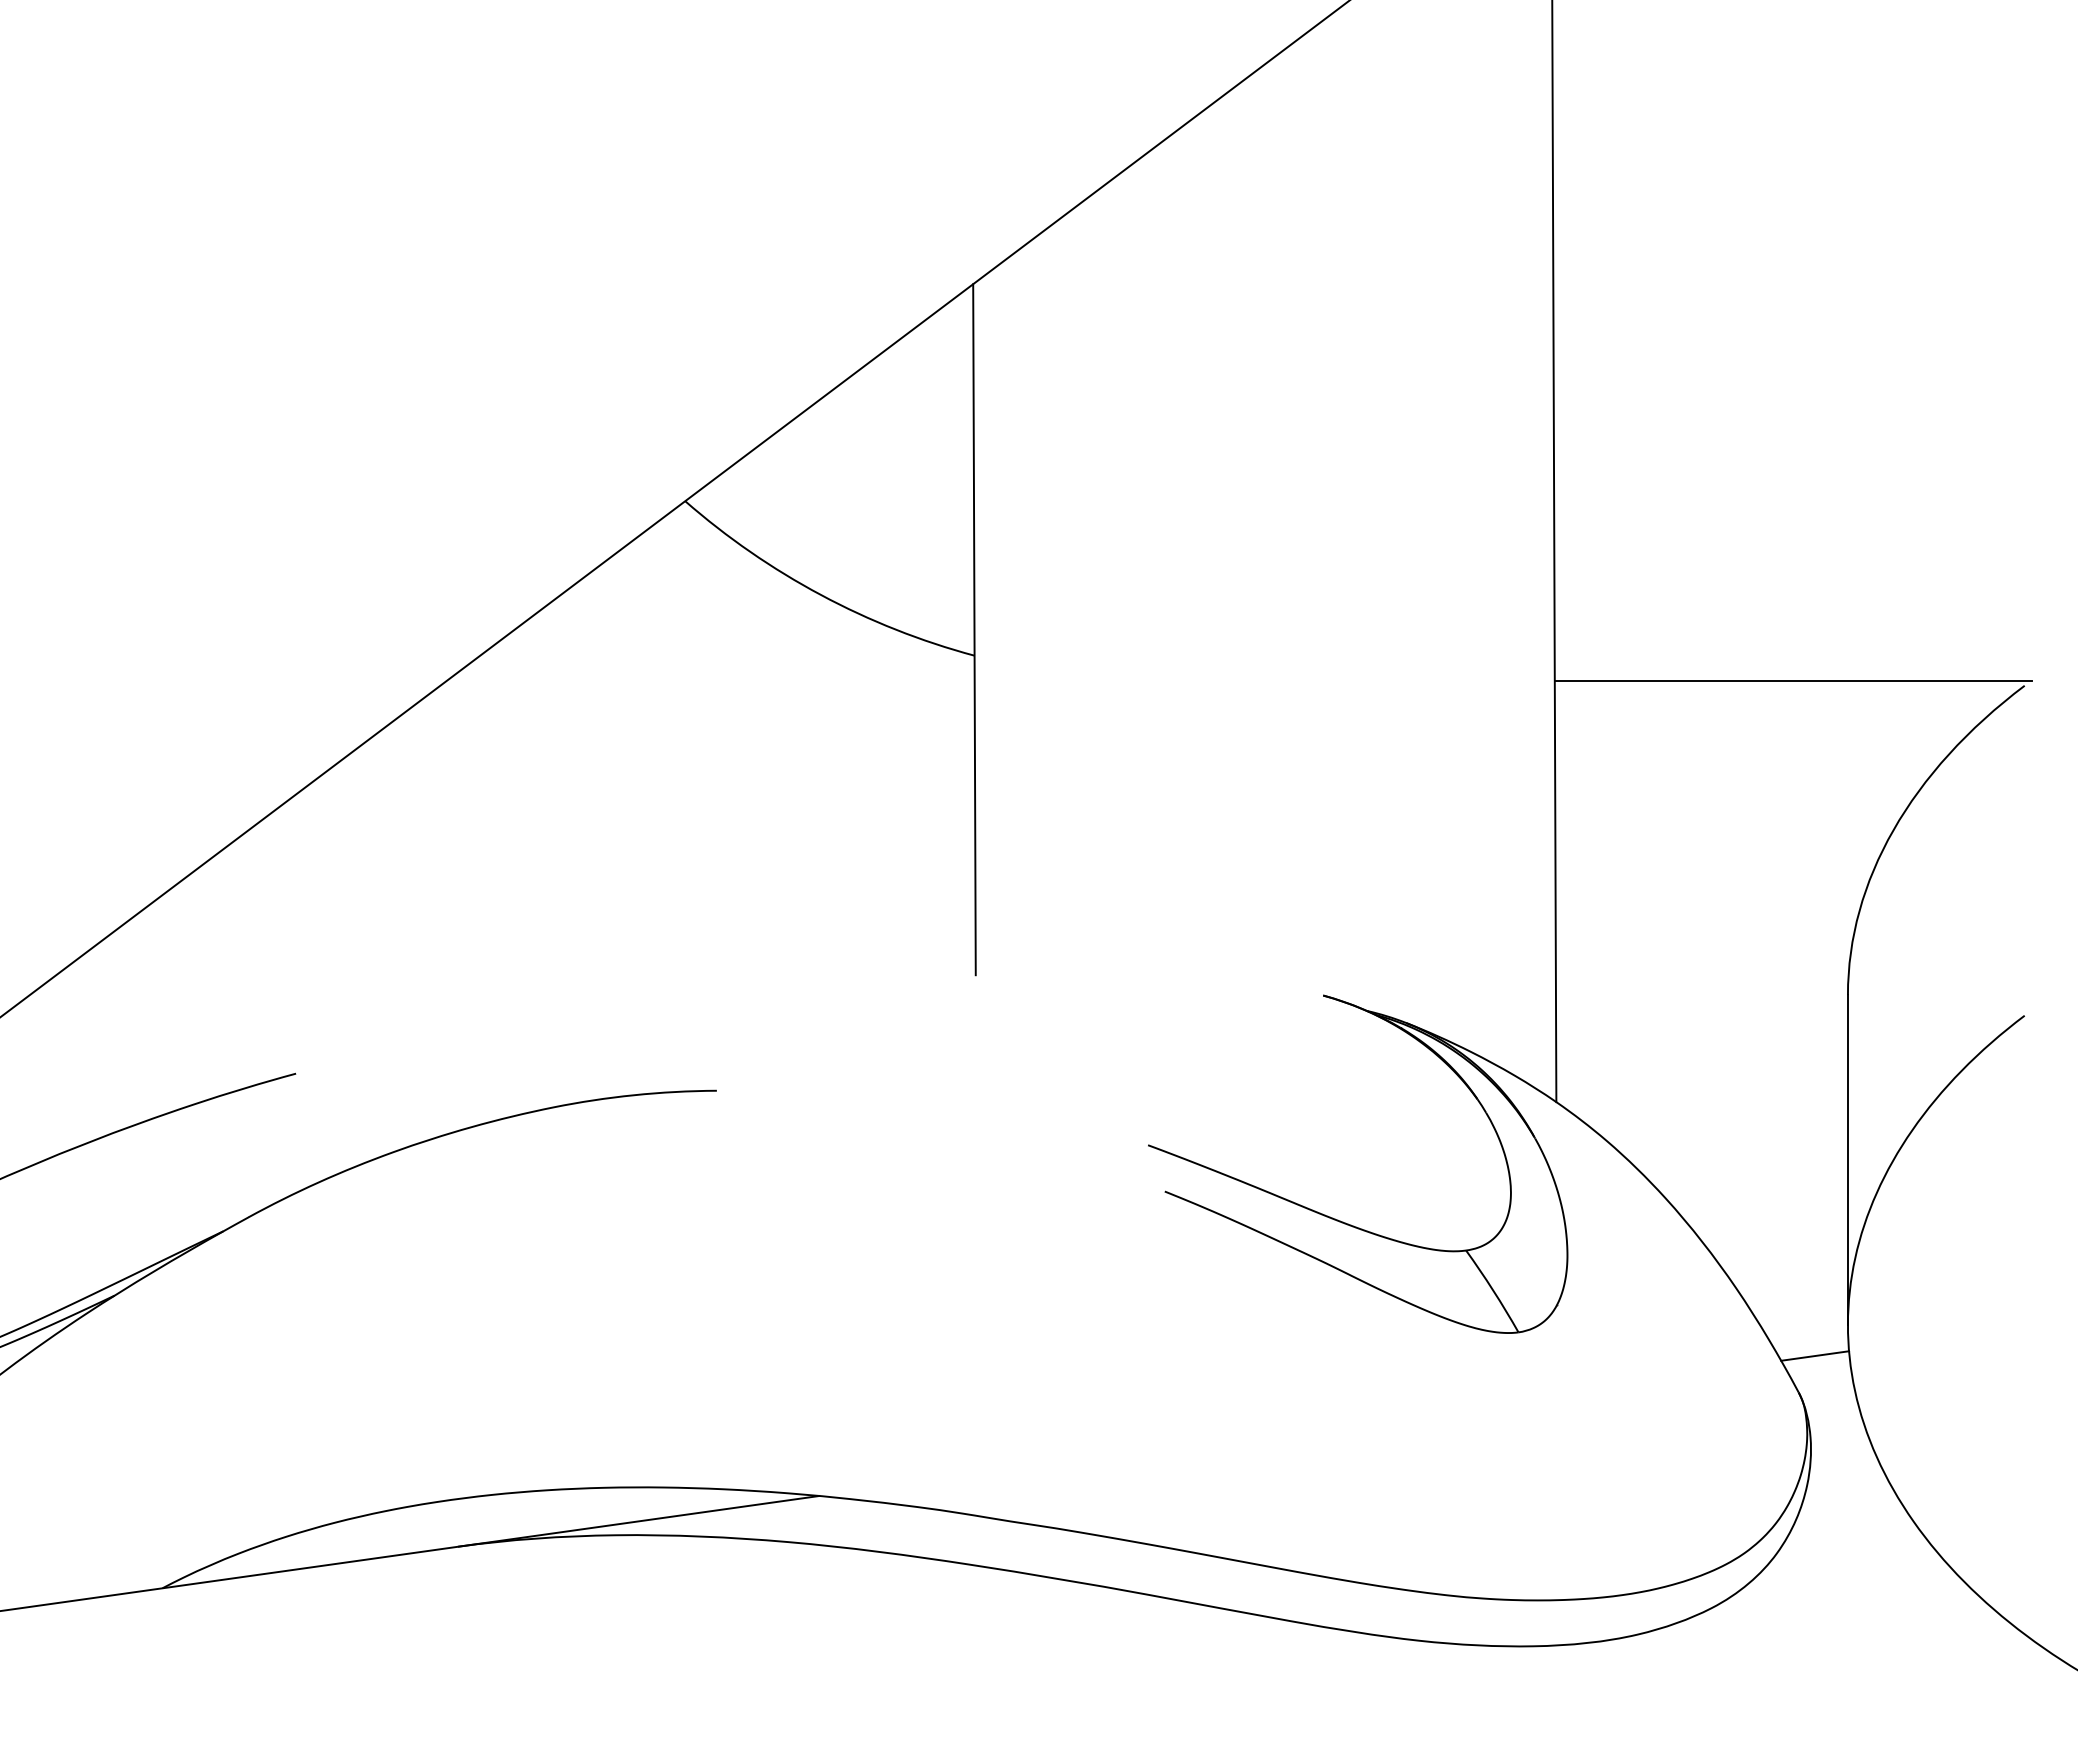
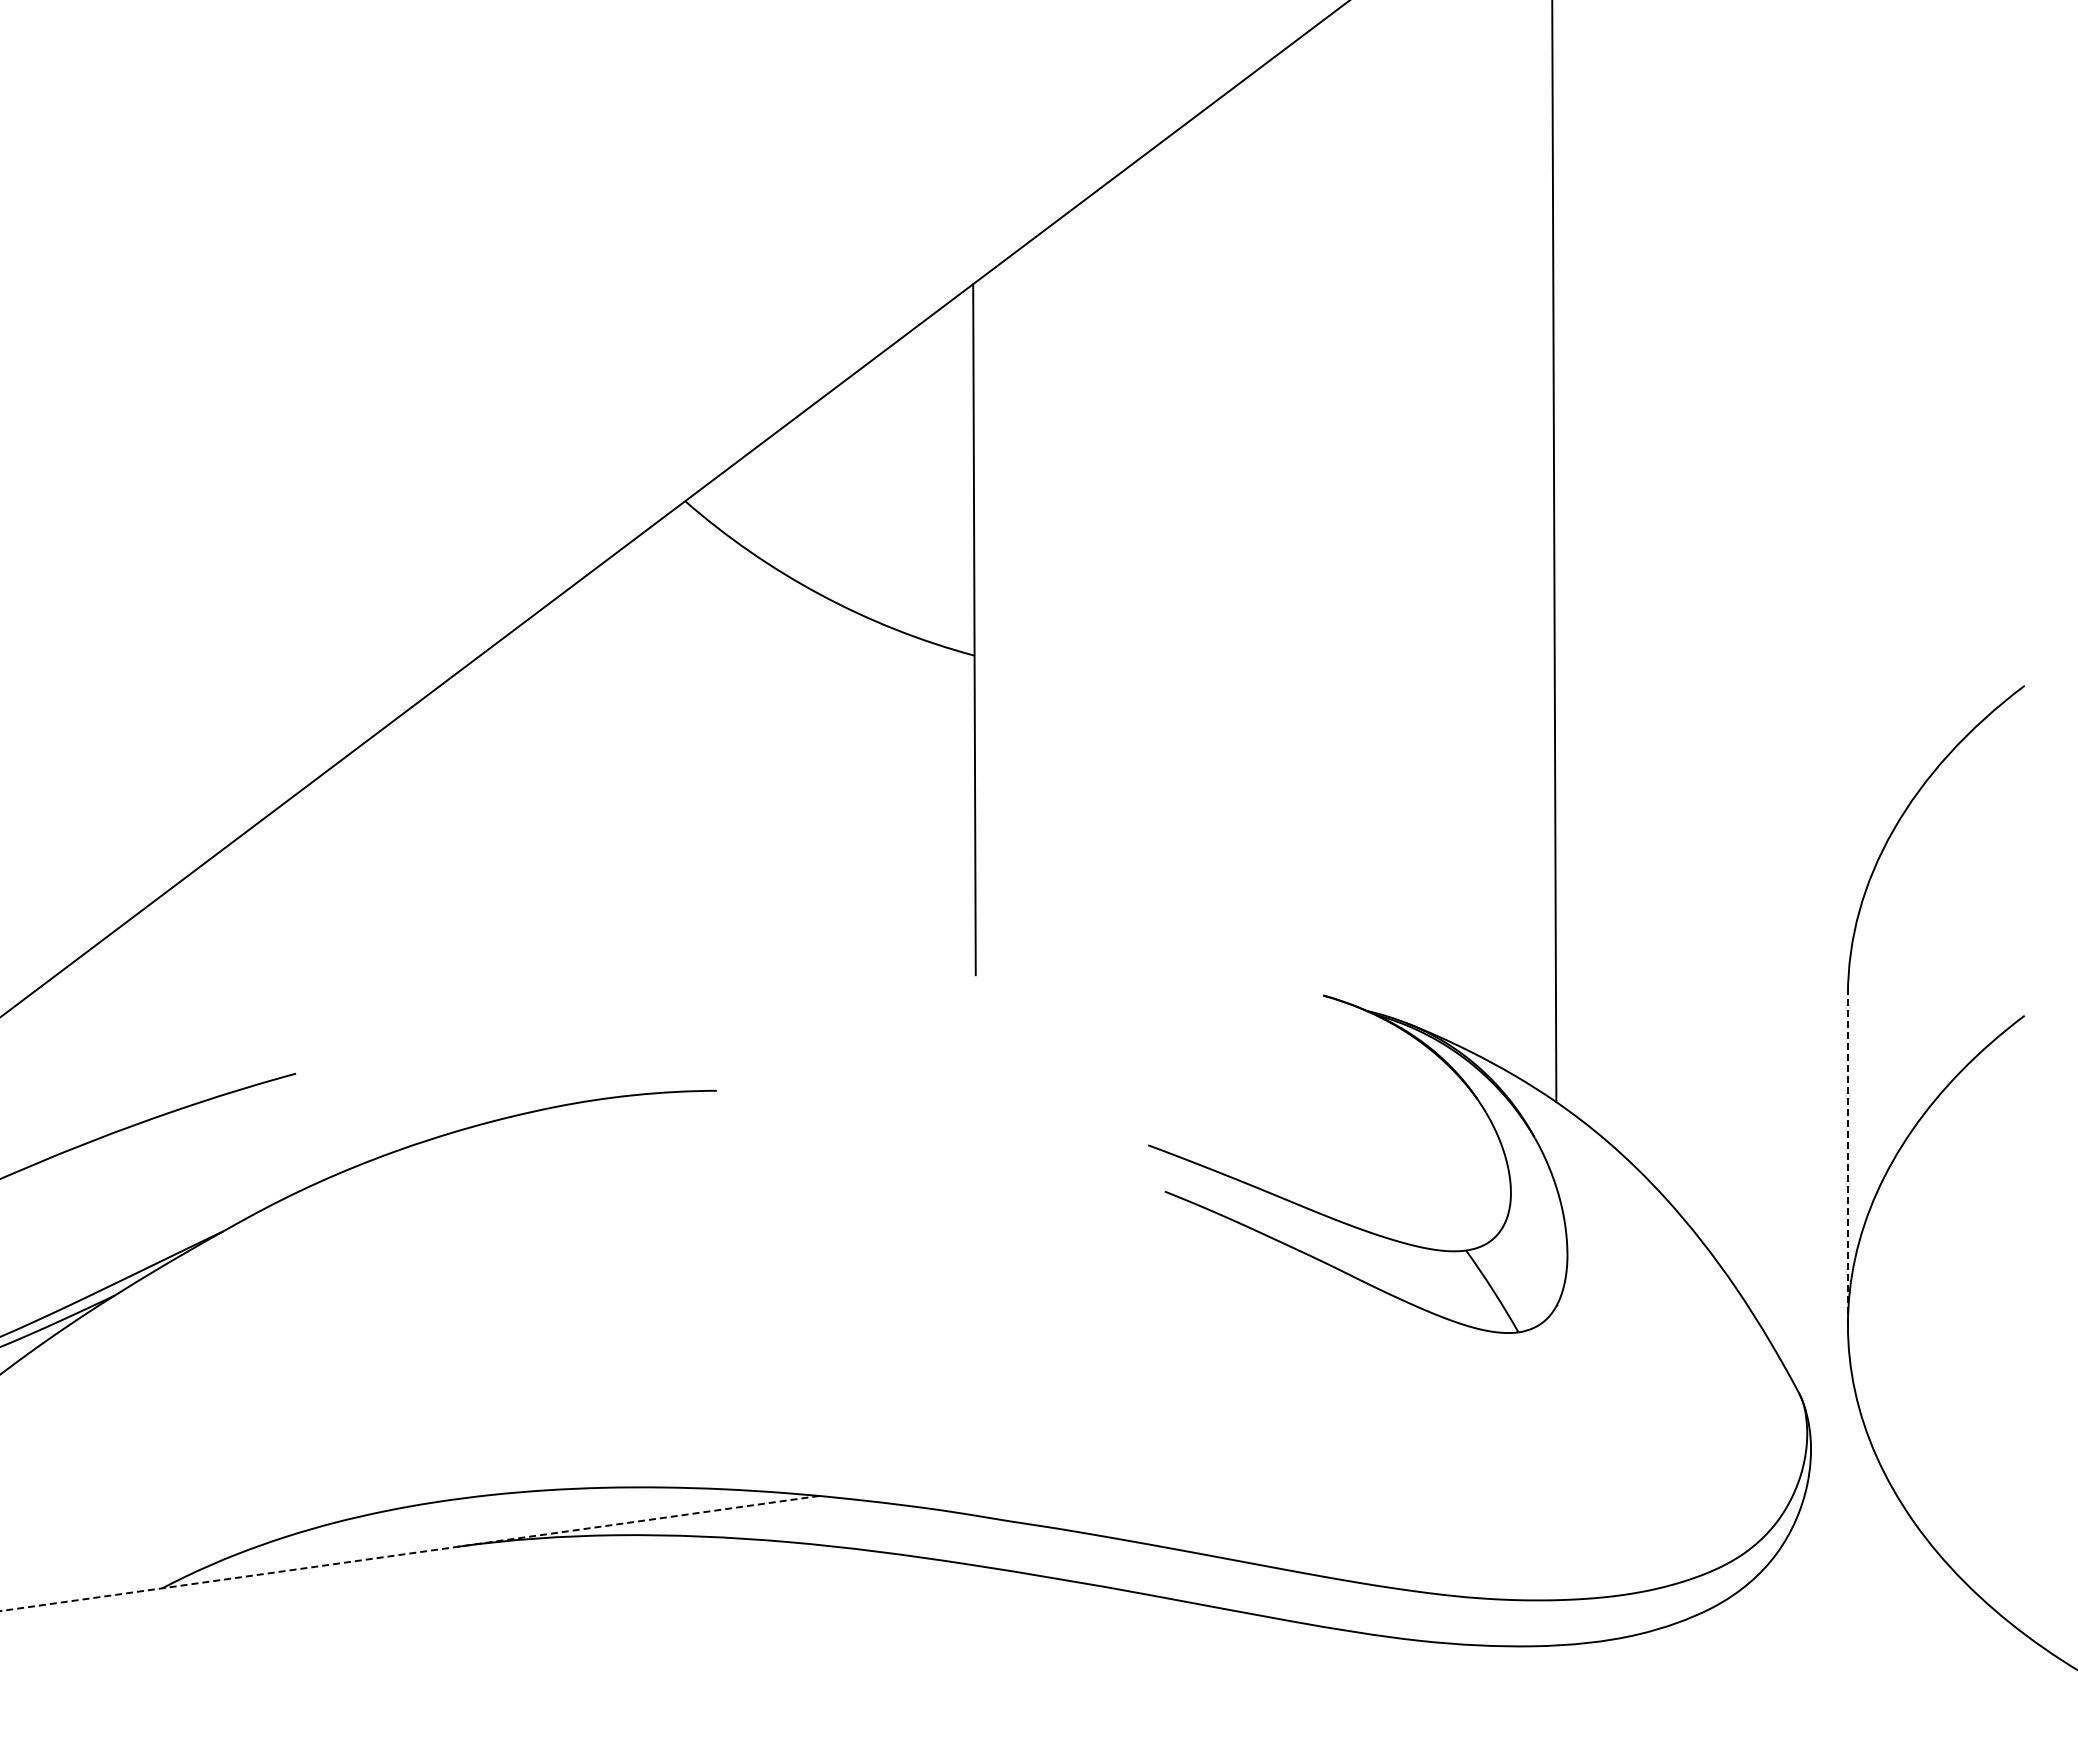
line at (1792, 680): present -> none
line at (1847, 1160): solid -> dashed
line at (1815, 1355): present -> none
line at (409, 1553): solid -> dashed
